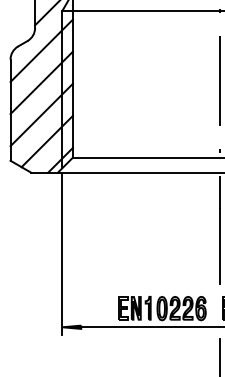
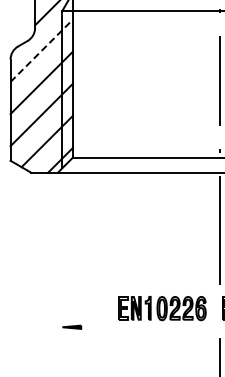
line at (42, 50): solid -> dashed
line at (62, 253): present -> none
line at (151, 327): present -> none
